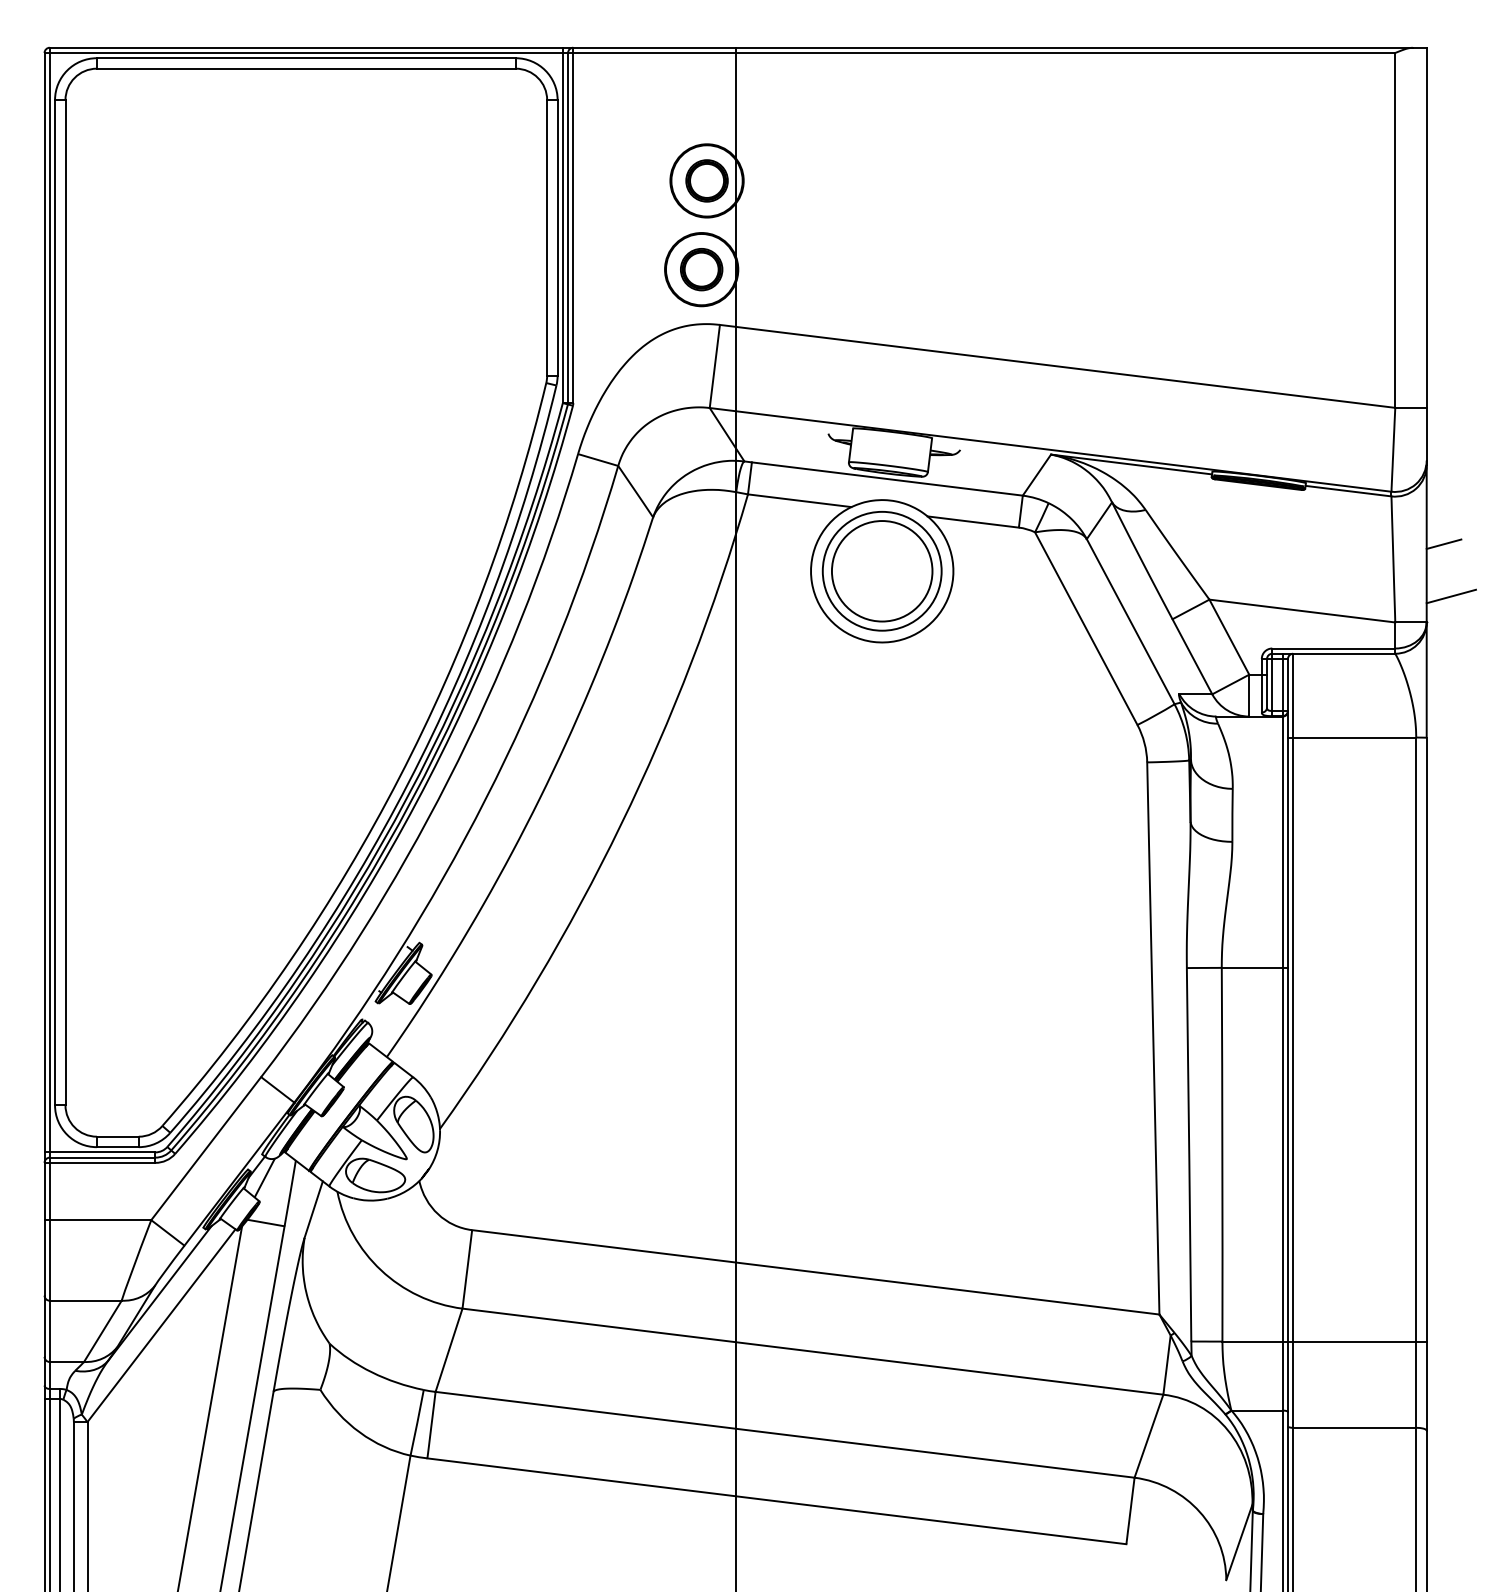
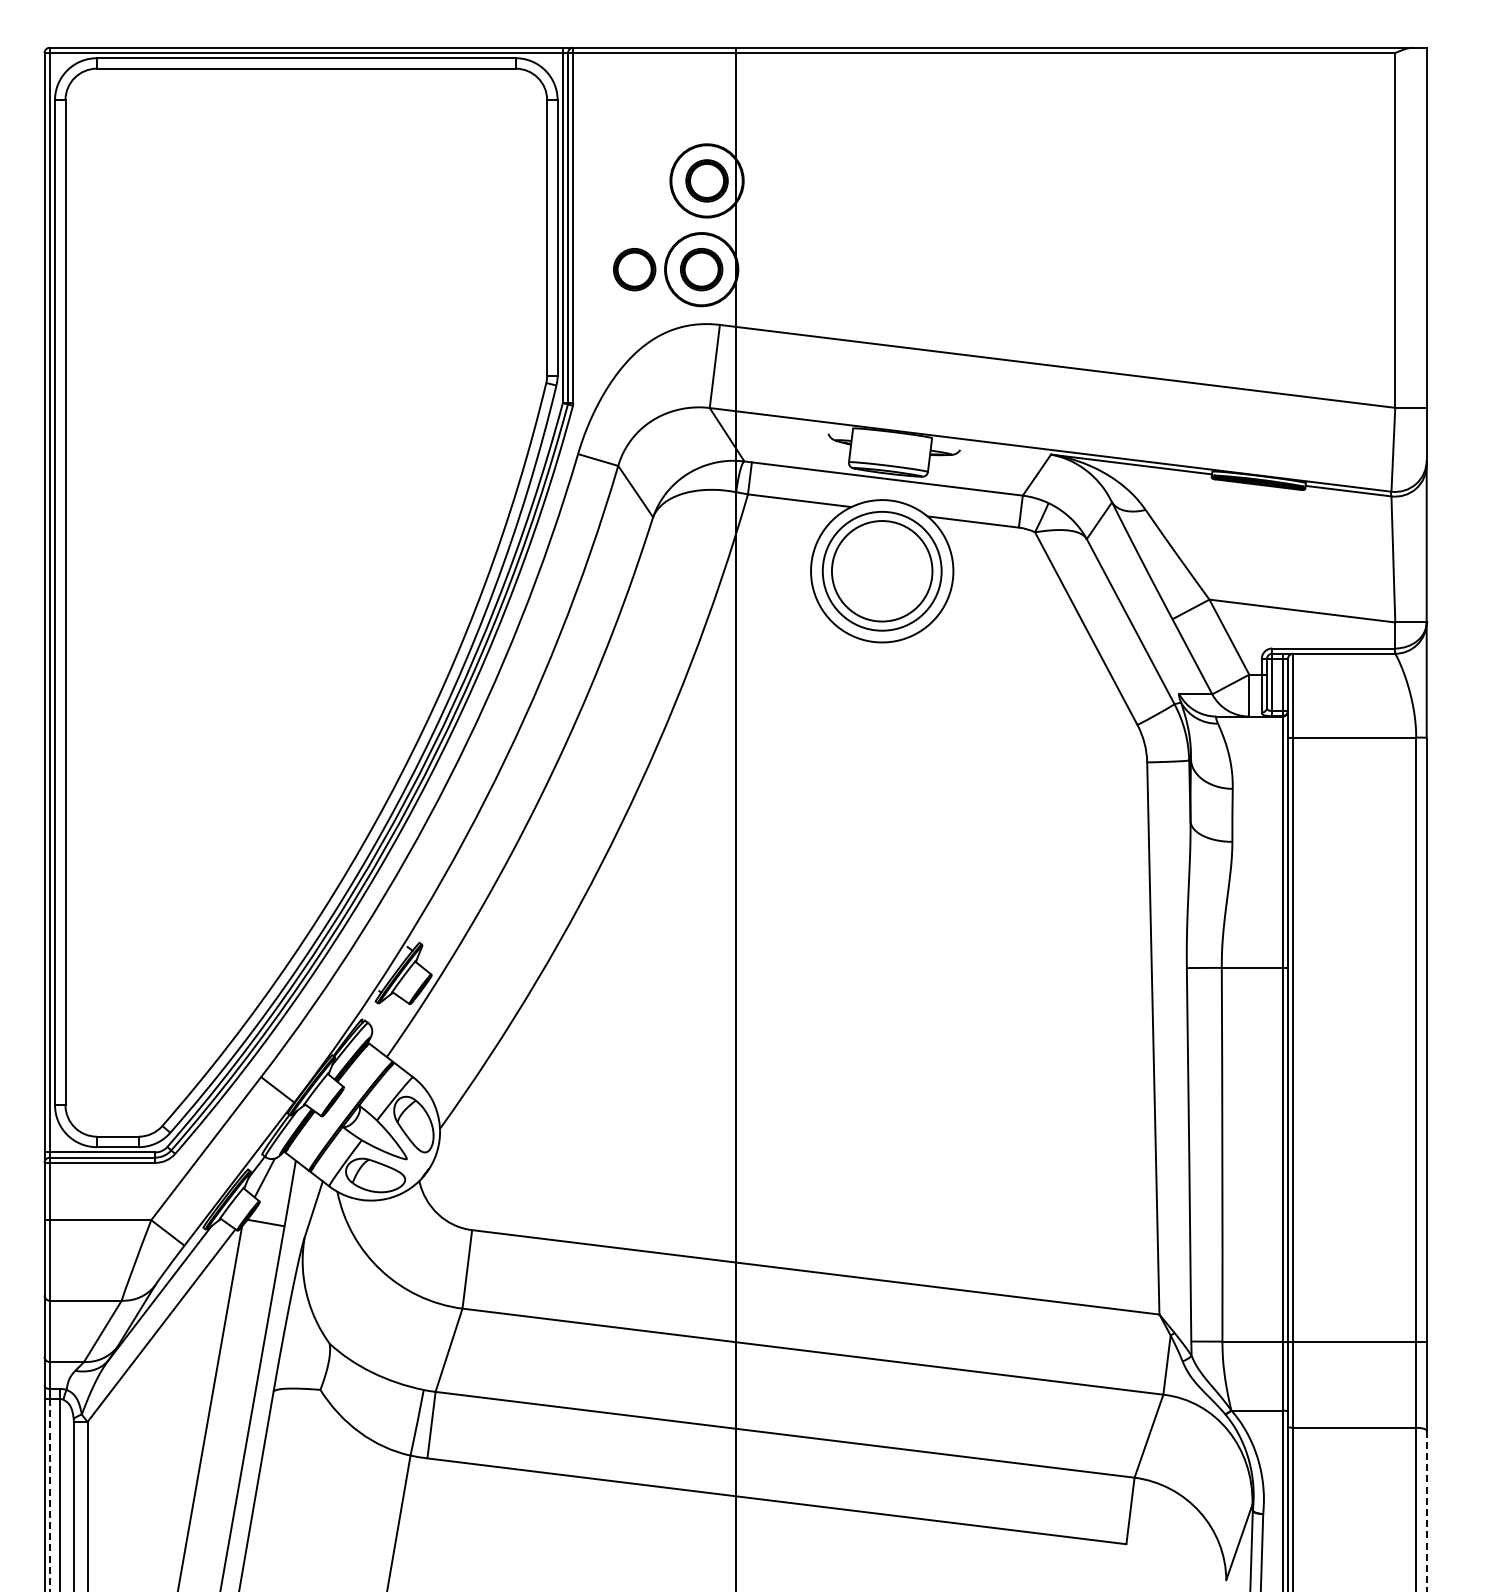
part at (634, 269): none -> present
line at (1443, 543): present -> none
line at (1450, 596): present -> none
line at (49, 1495): solid -> dashed
line at (1426, 1511): solid -> dashed
